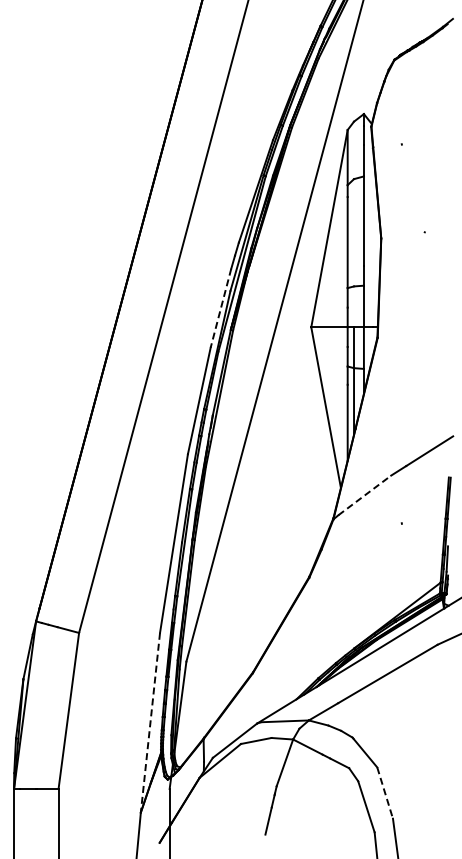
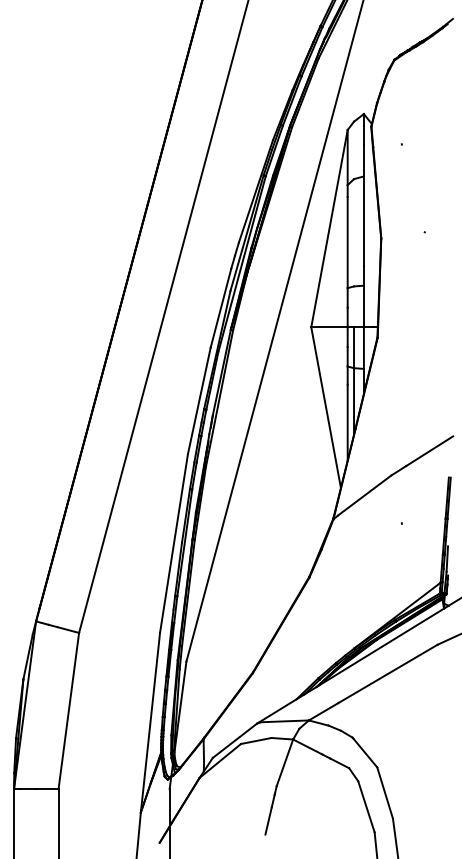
line at (220, 308): dashed -> solid
line at (365, 495): dashed -> solid
line at (150, 723): dashed -> solid
line at (385, 793): dashed -> solid
